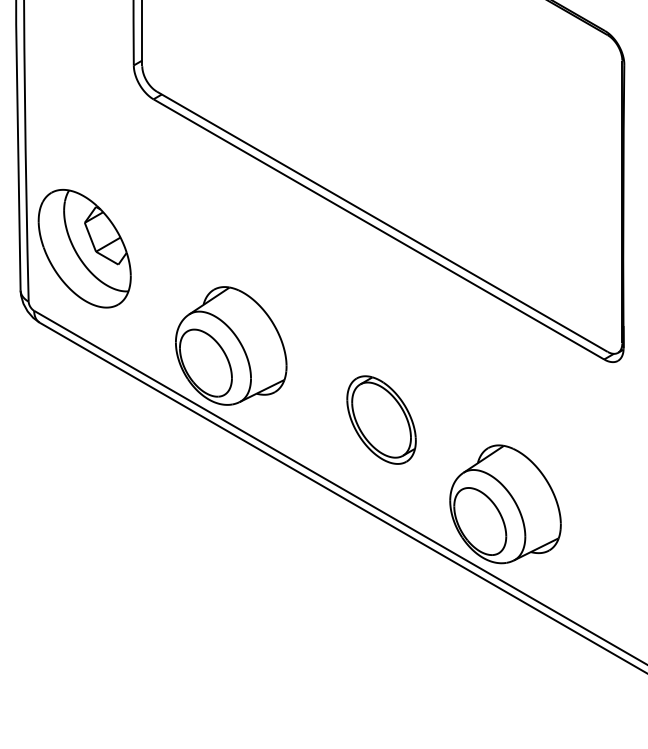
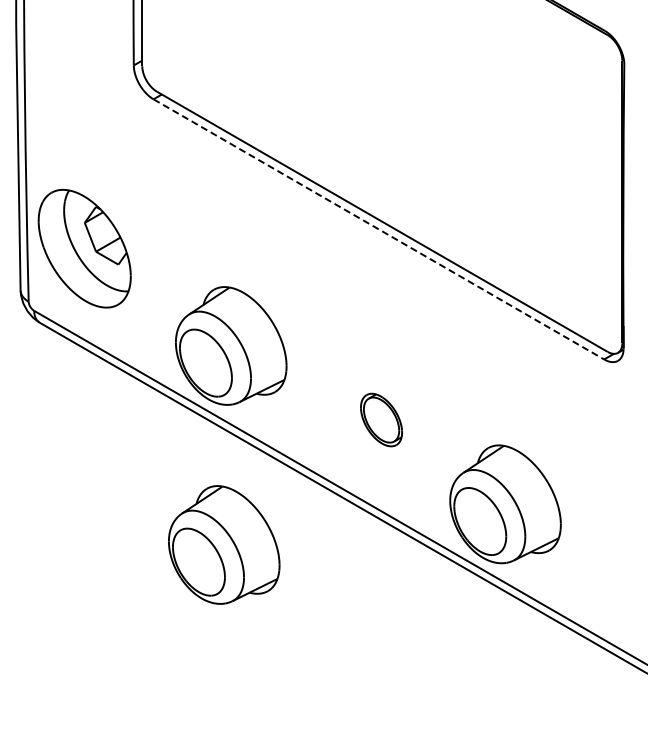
line at (379, 229): solid -> dashed
part at (381, 419) size: 71x90 px -> 43x56 px
part at (224, 544): none -> present
